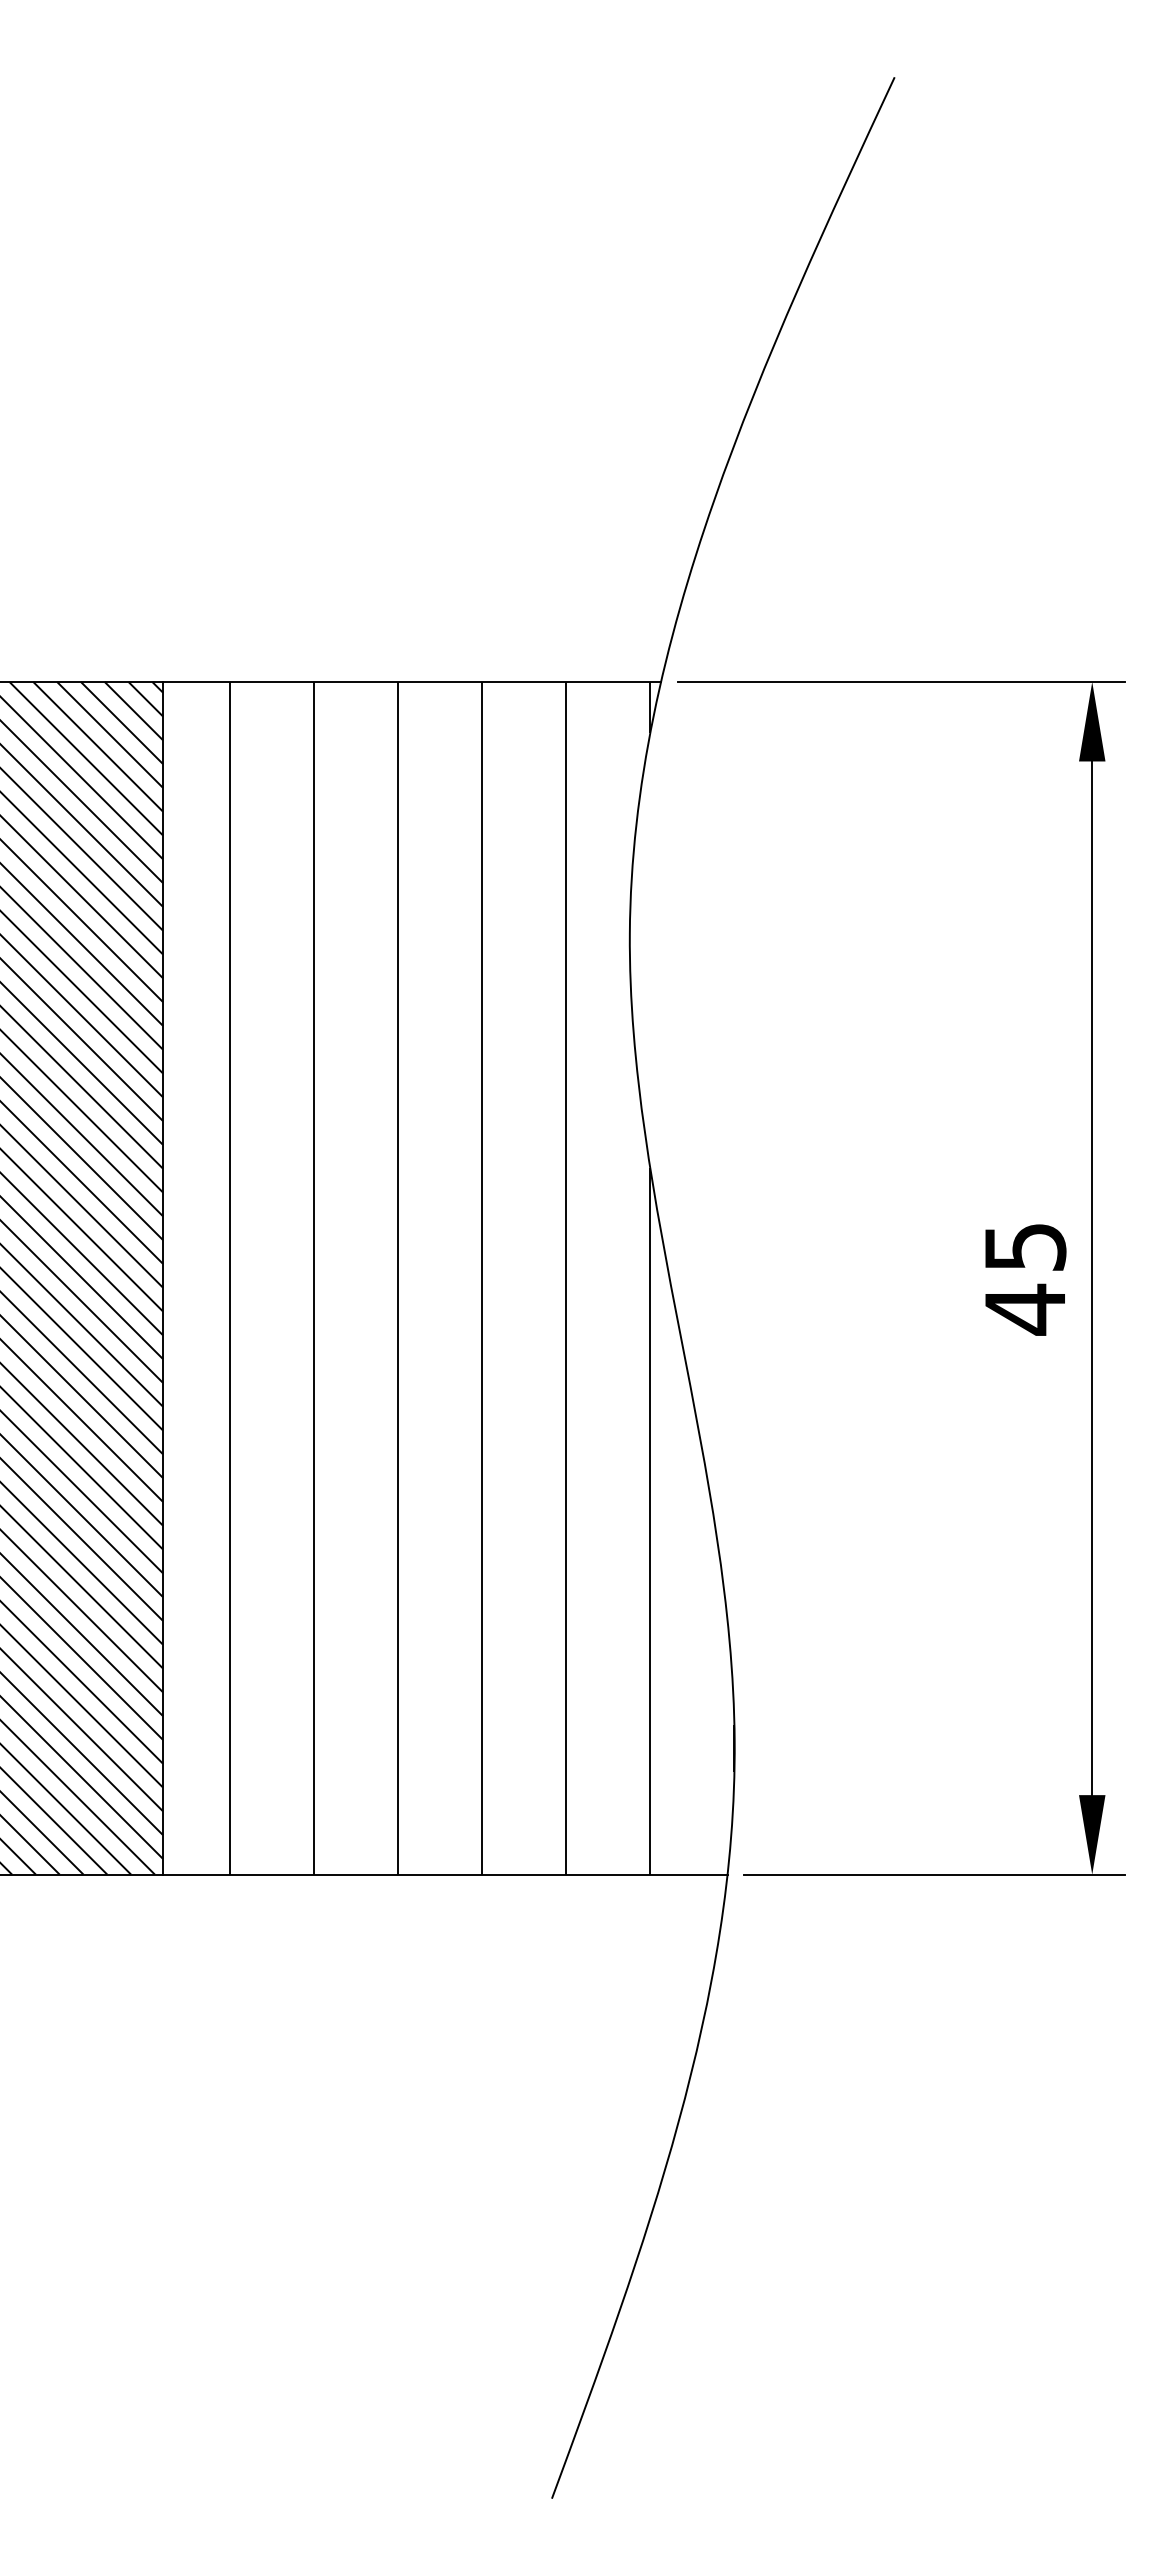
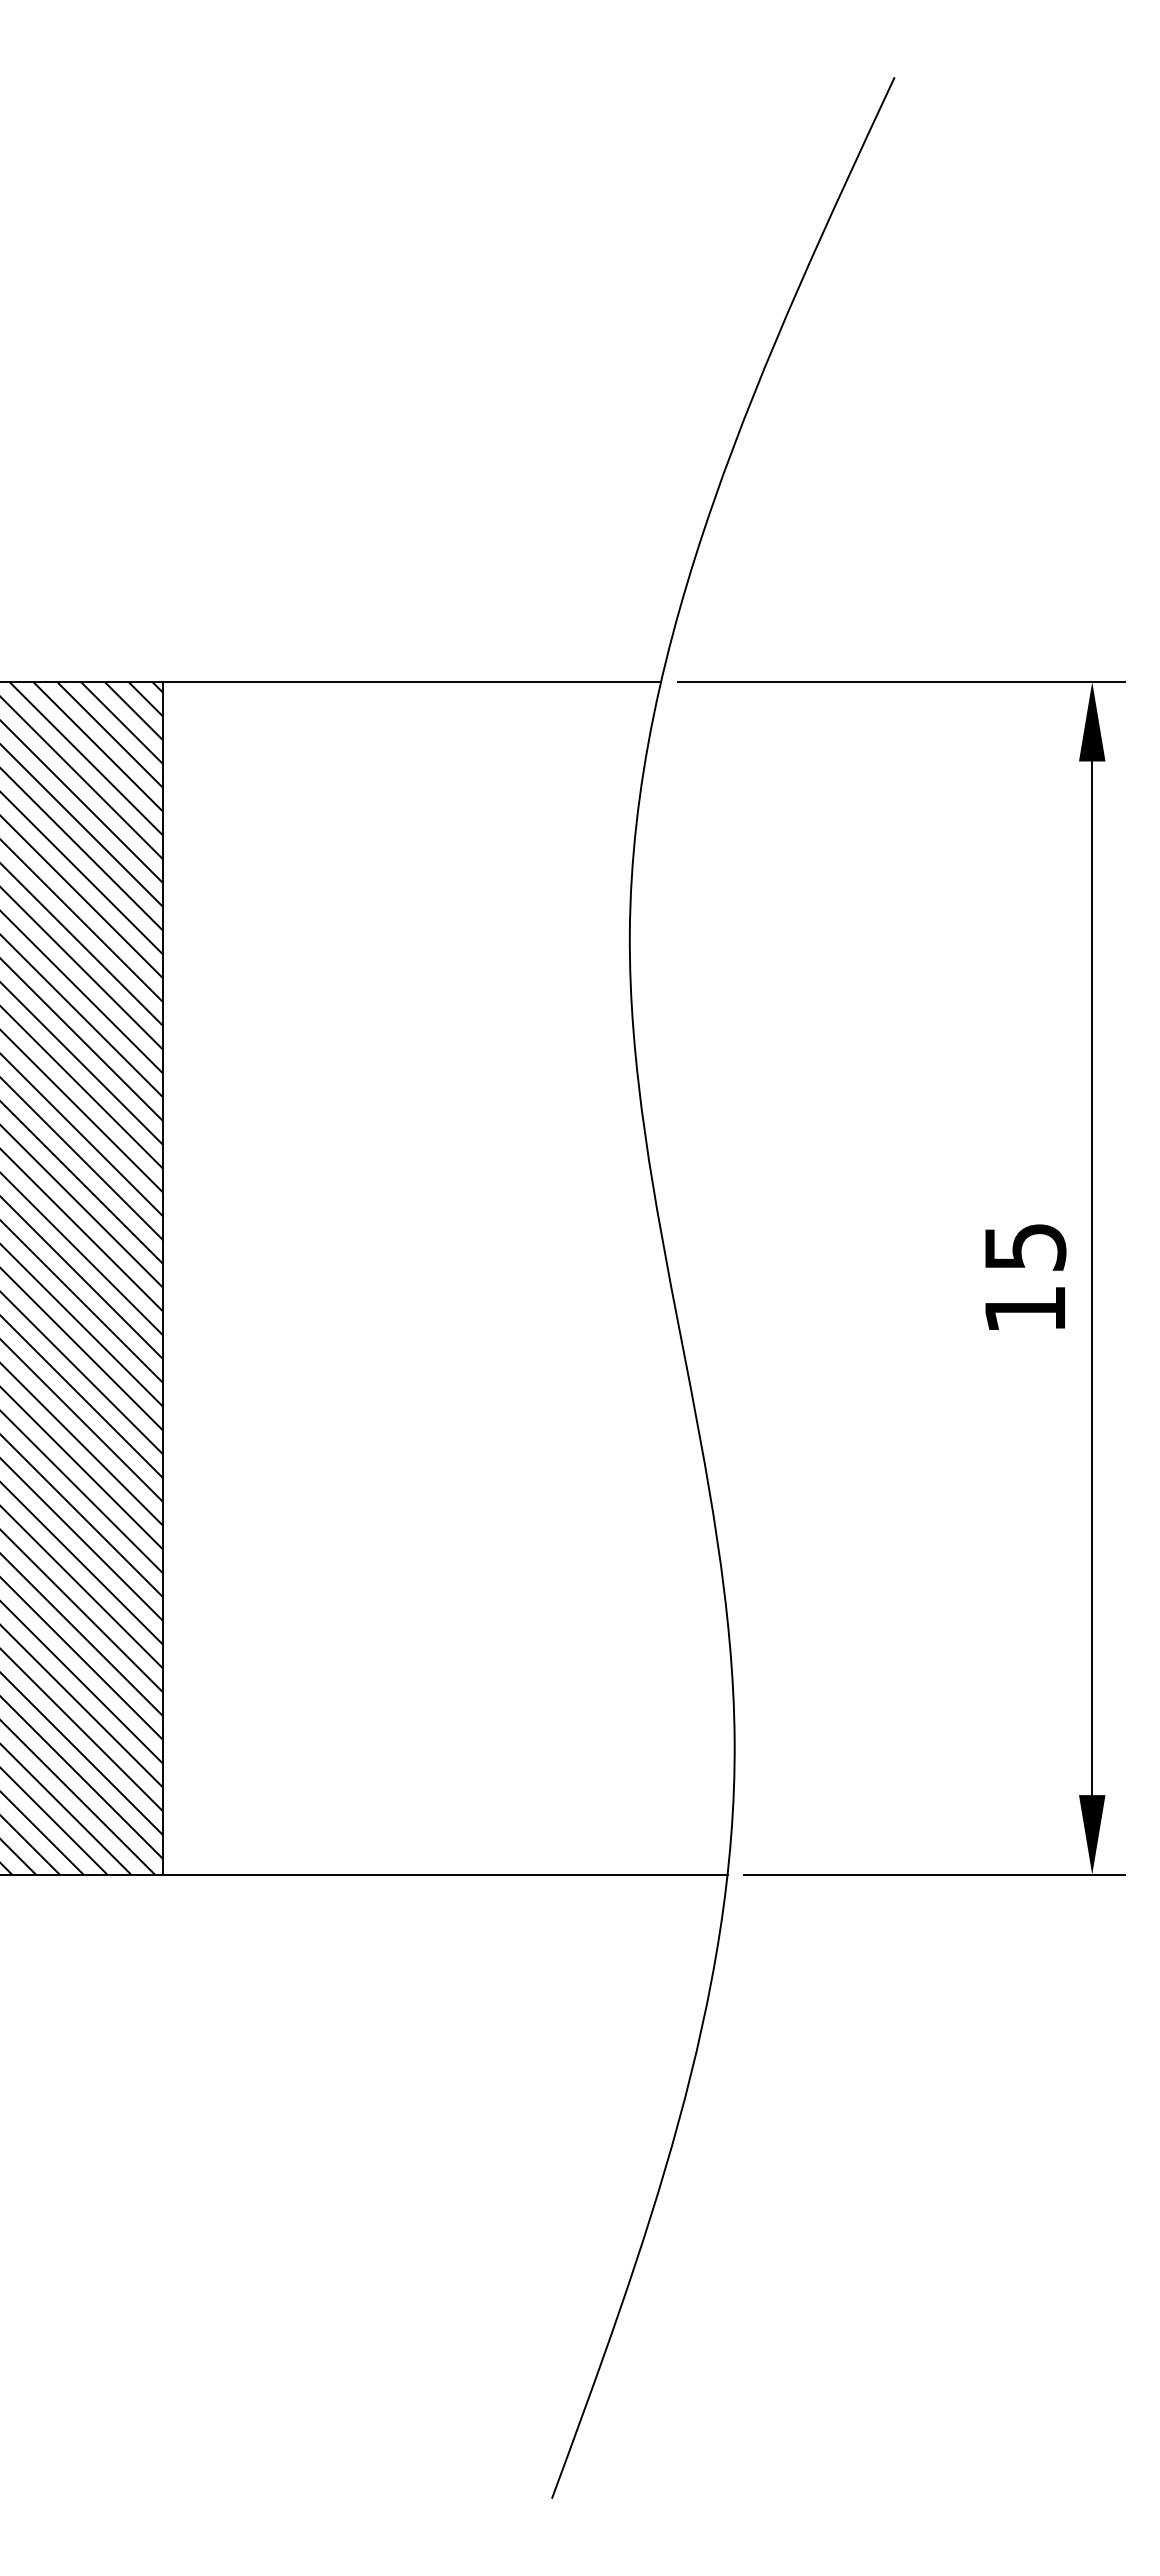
hatch at (481, 1277): present -> none
text at (1024, 1309): 45 -> 15
